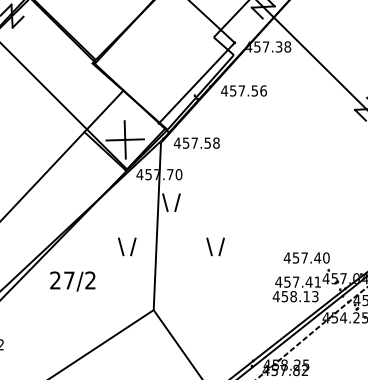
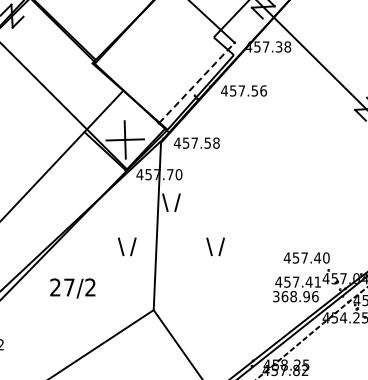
line at (197, 82): solid -> dashed
text at (72, 281) position: (72, 281) -> (72, 288)
text at (295, 296): 458.13 -> 368.96
